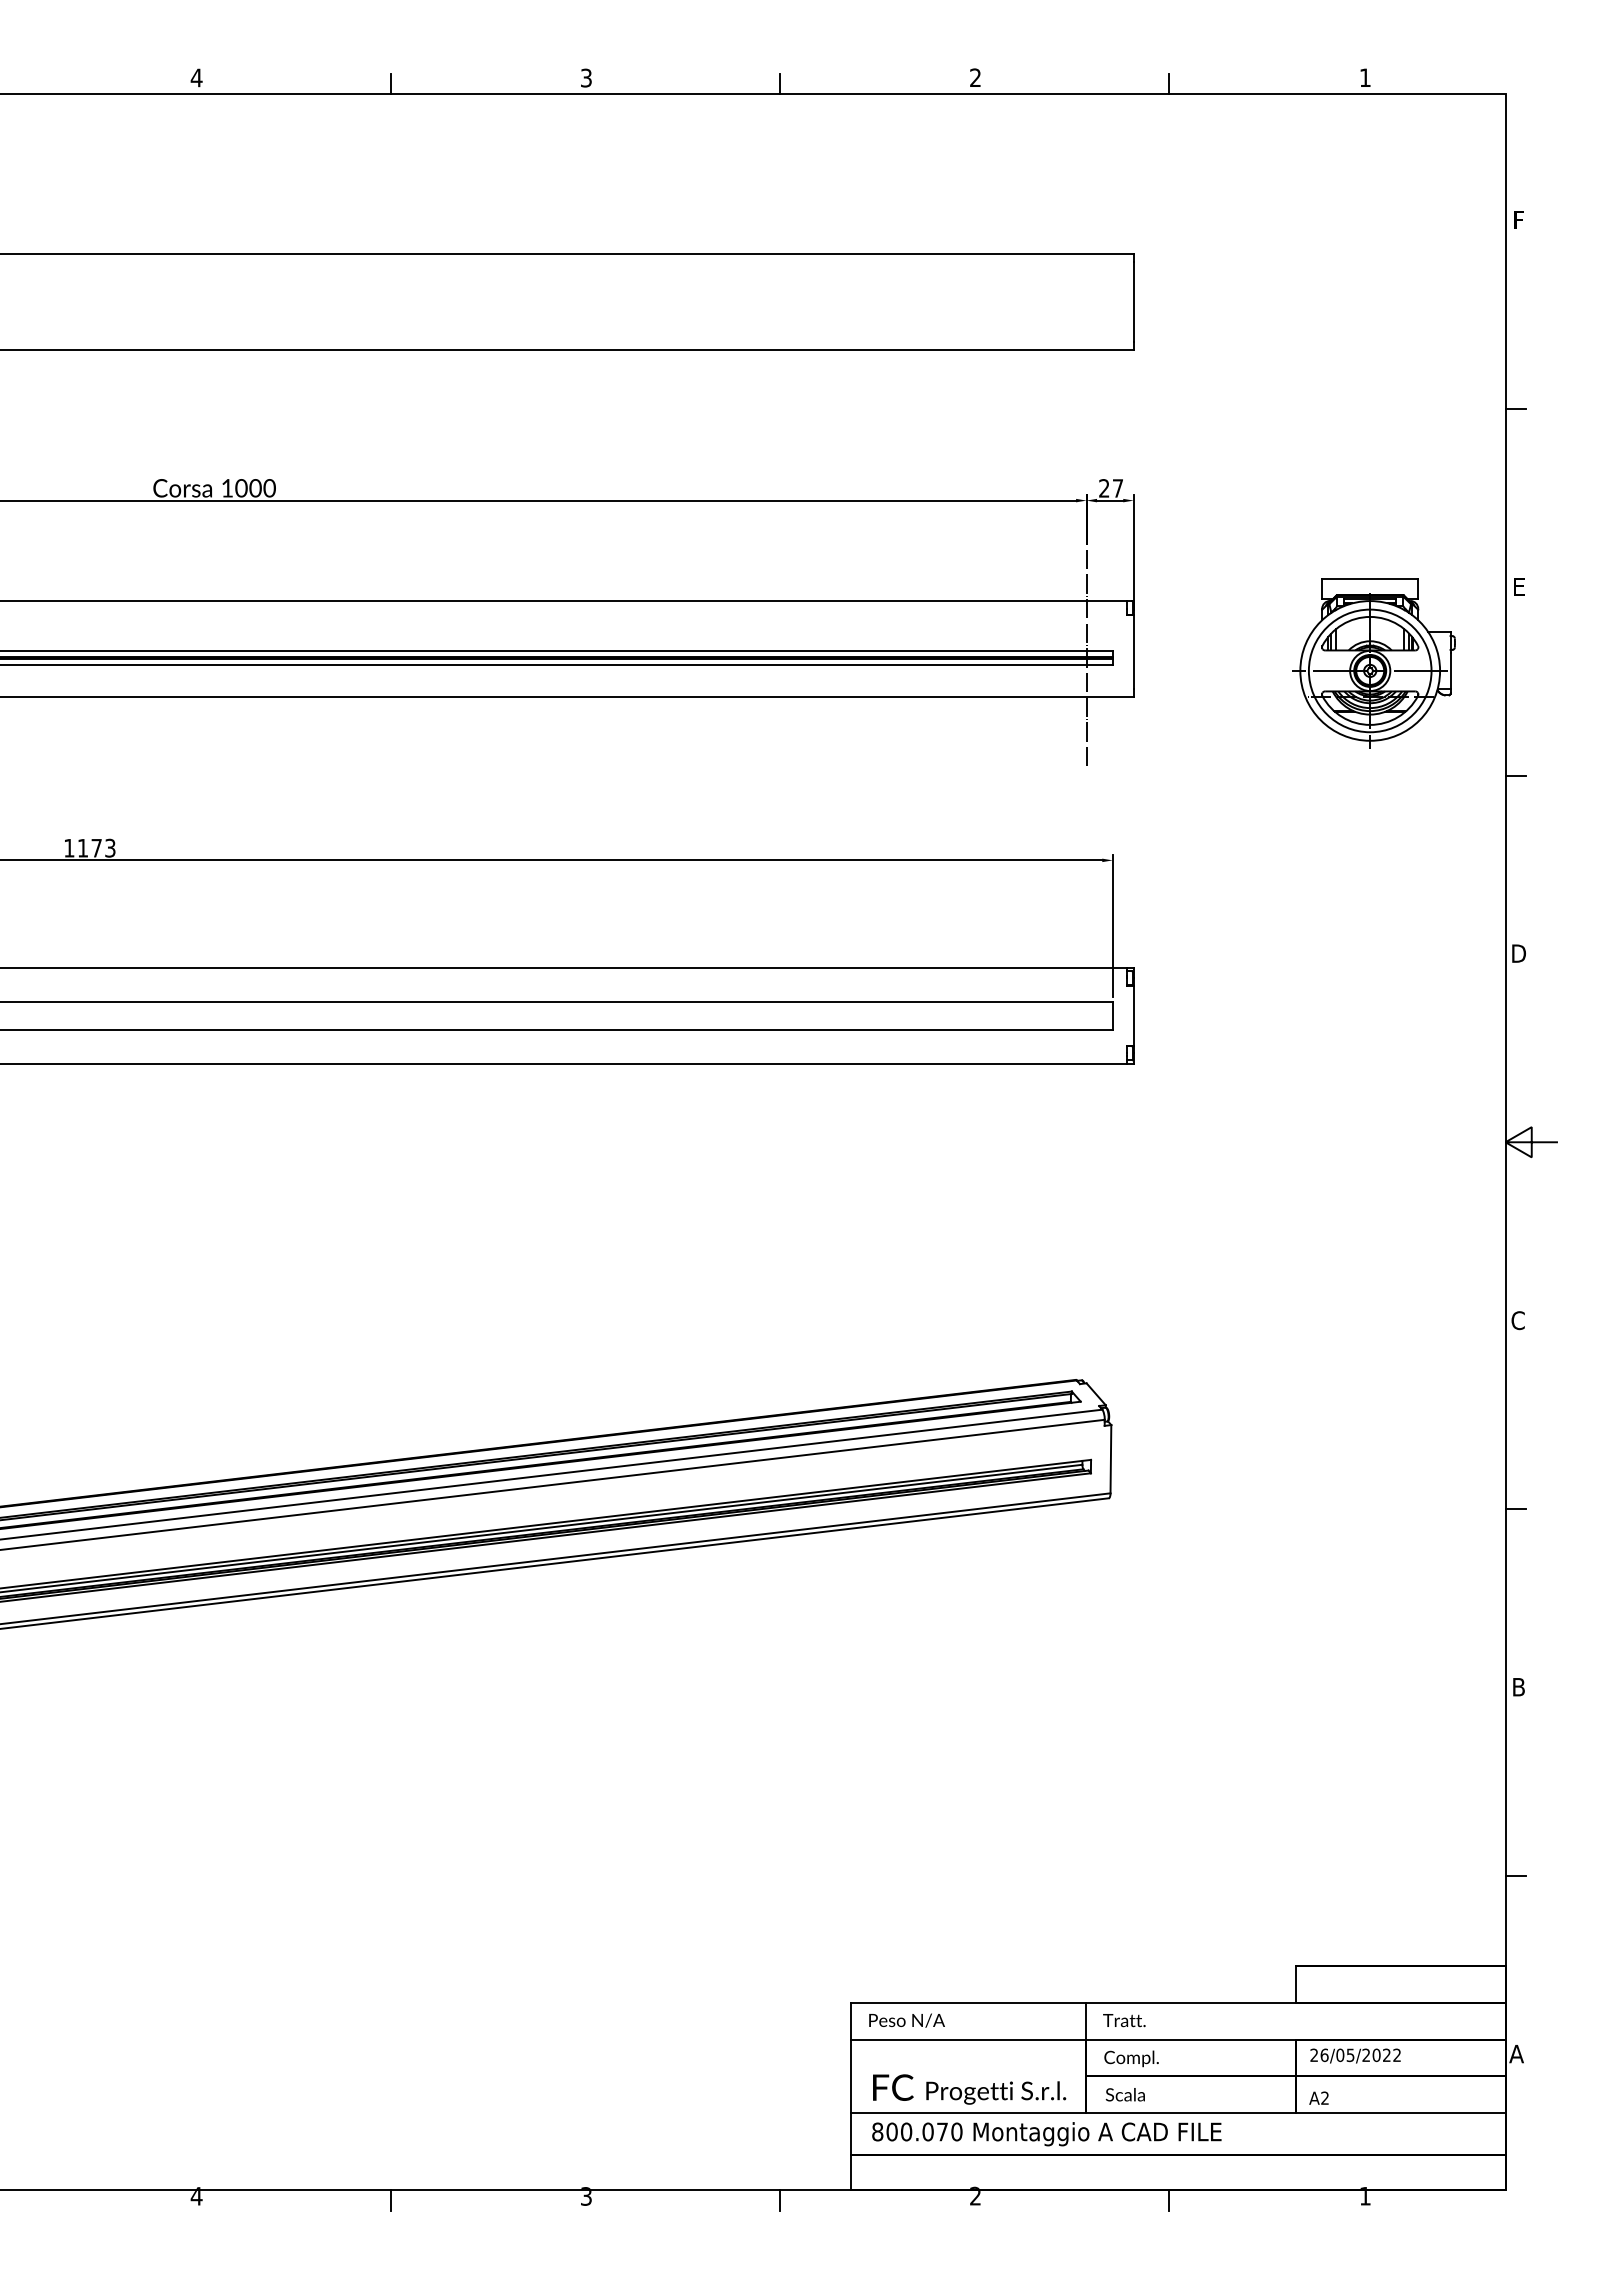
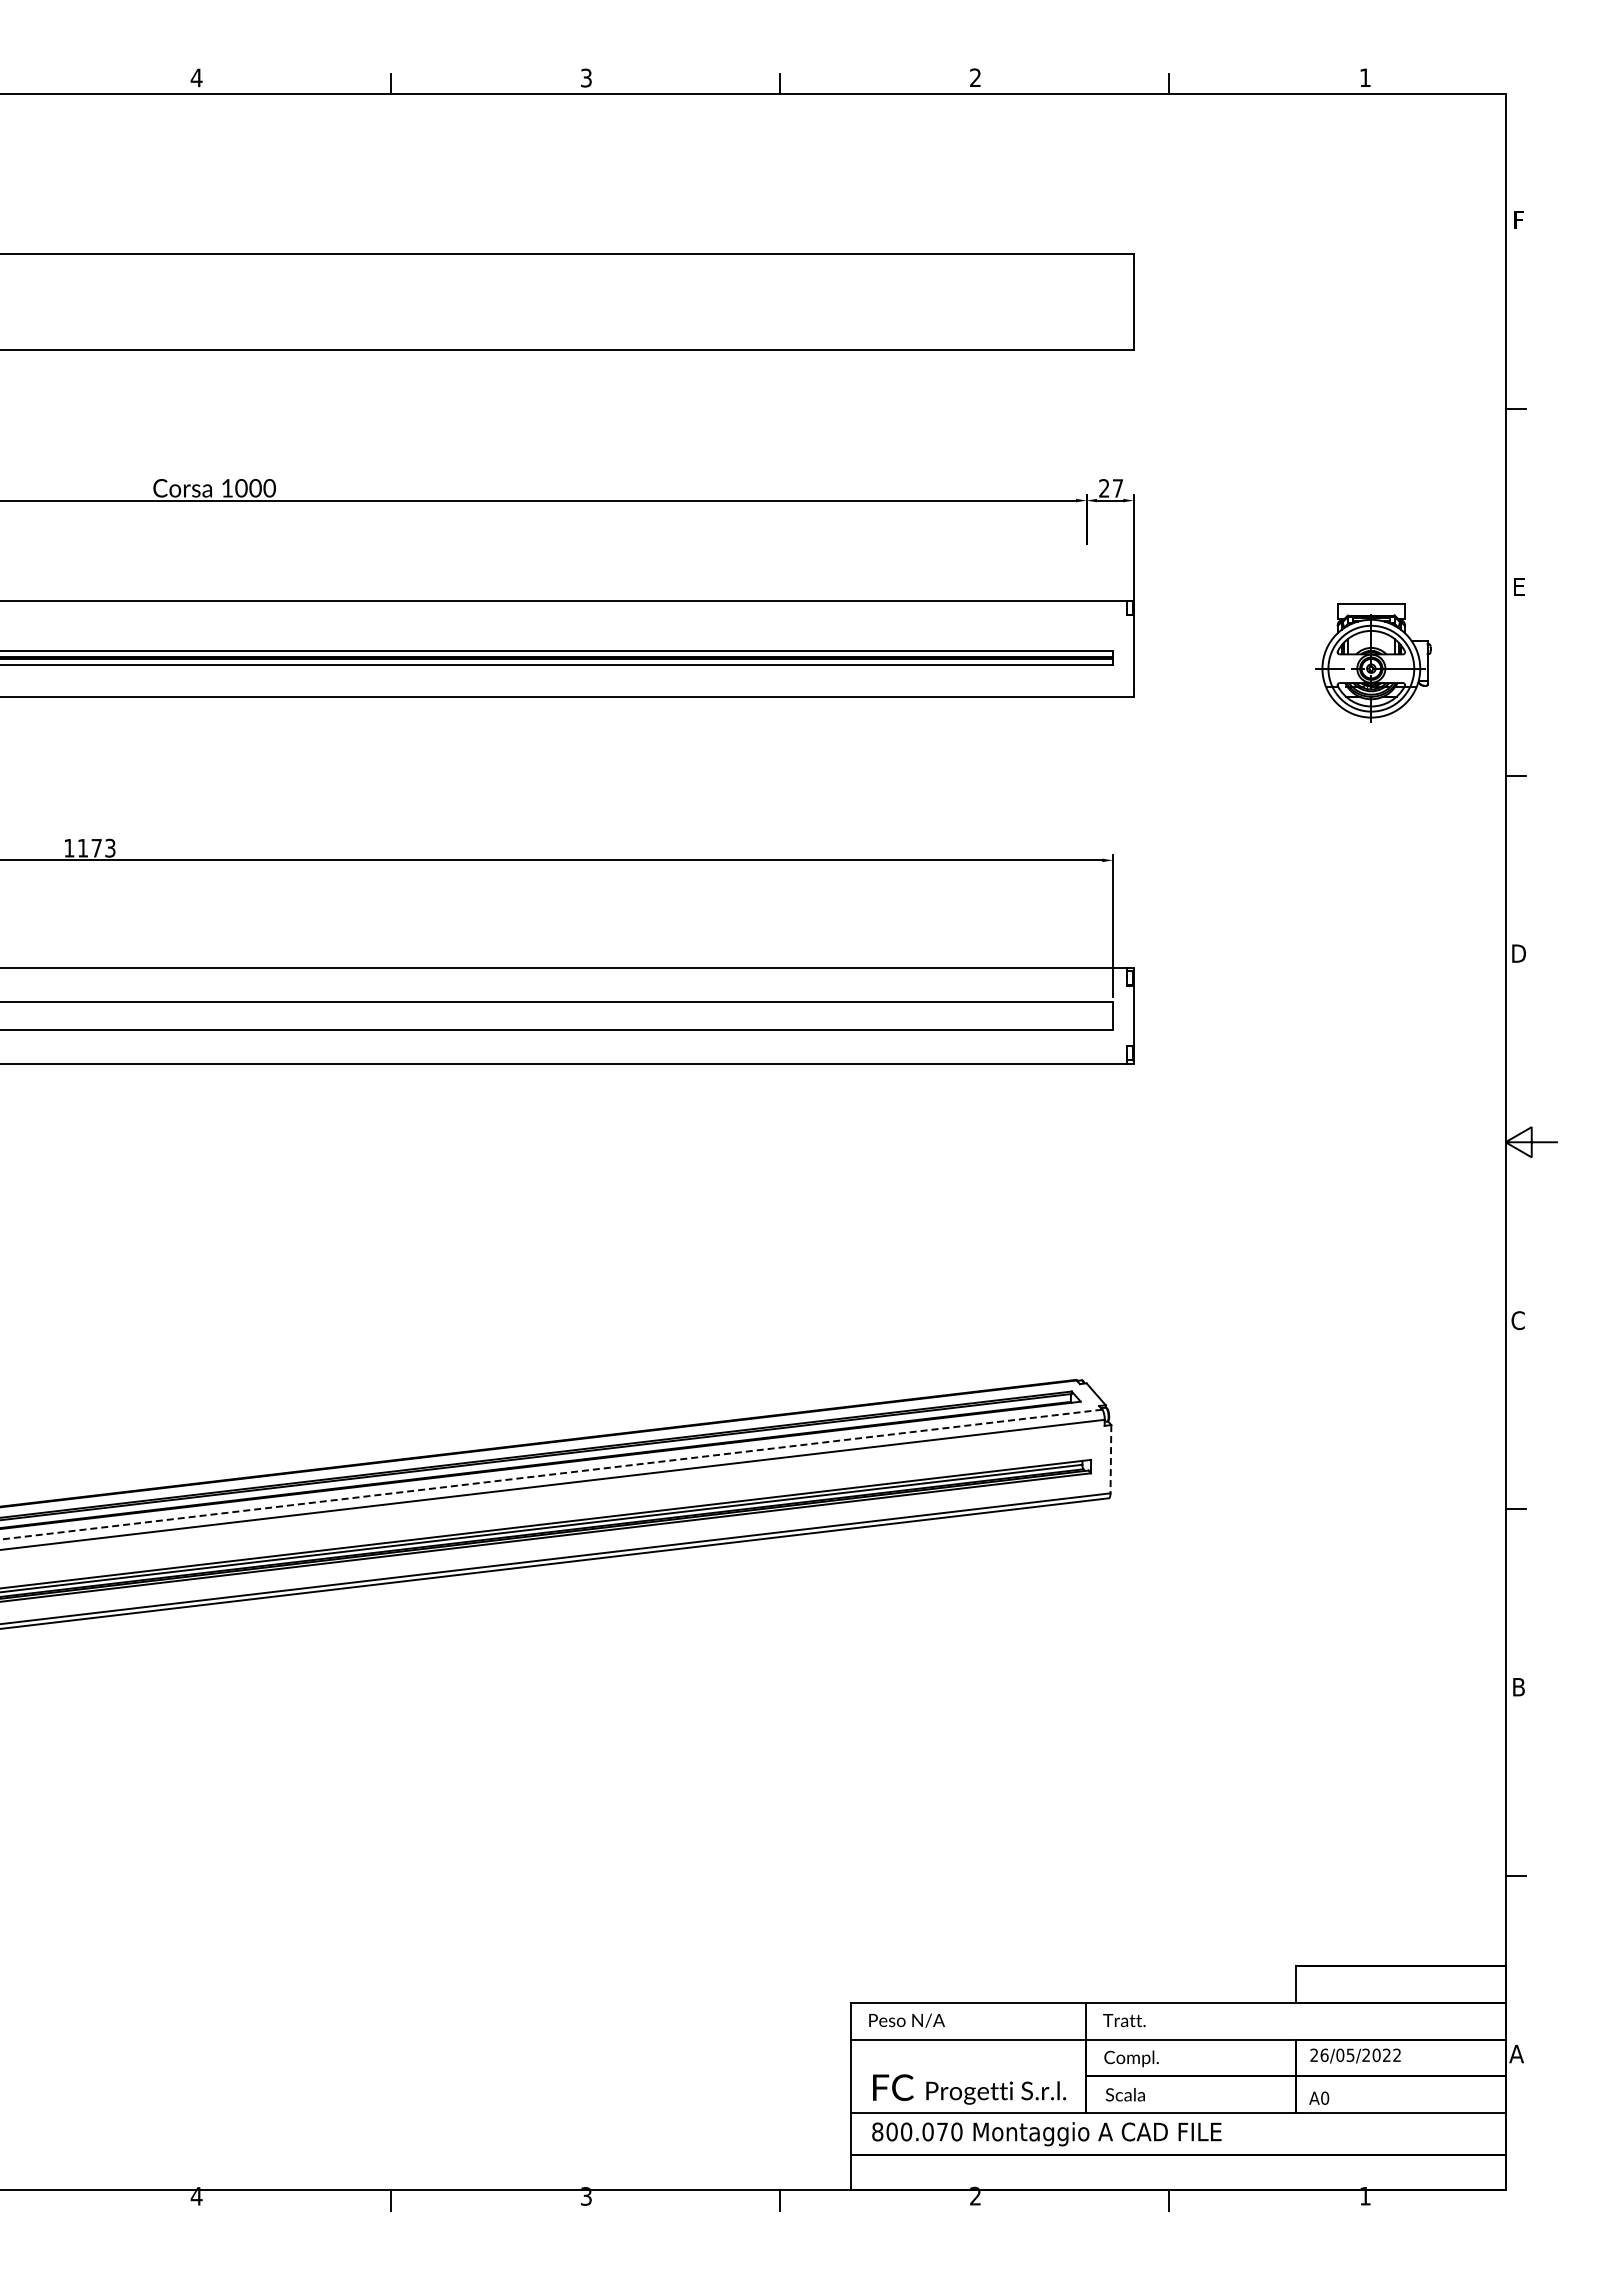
line at (1086, 660): present -> none
part at (1373, 663) size: 164x171 px -> 117x120 px
line at (1110, 1459): solid -> dashed
line at (551, 1474): solid -> dashed
text at (1325, 2097): A2 -> A0
